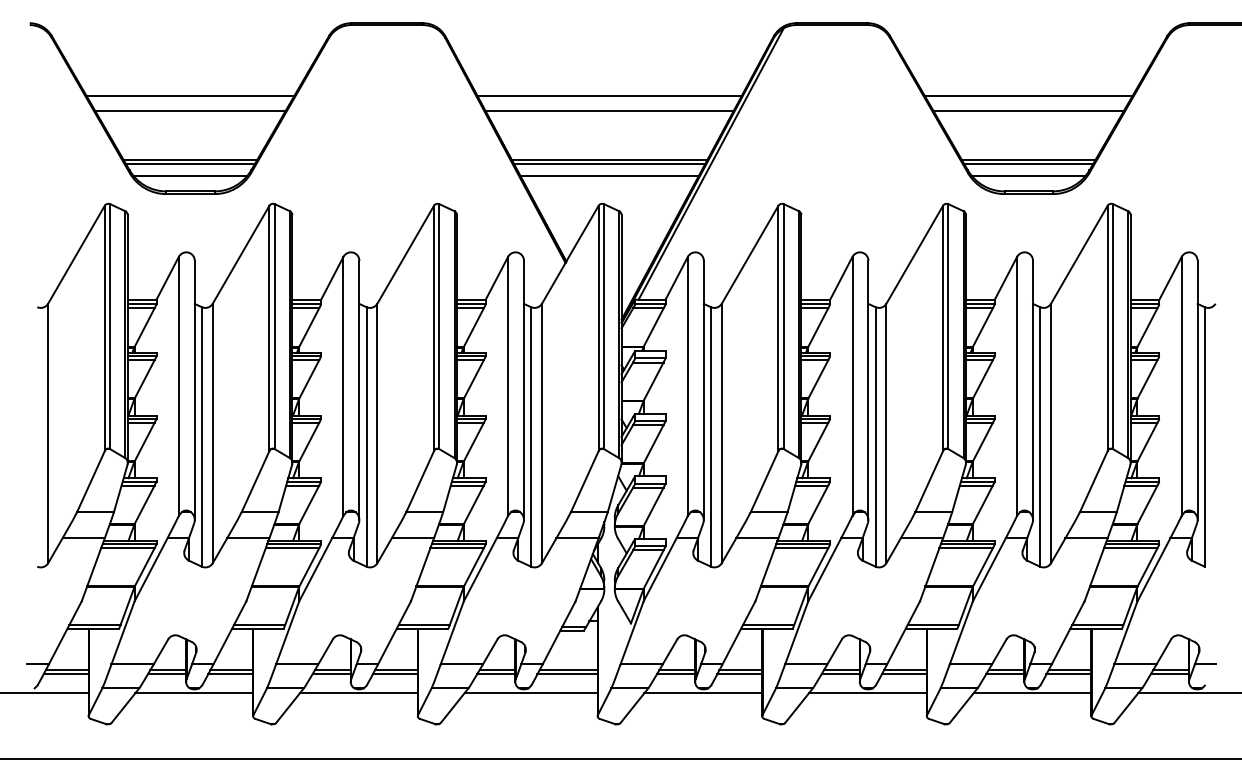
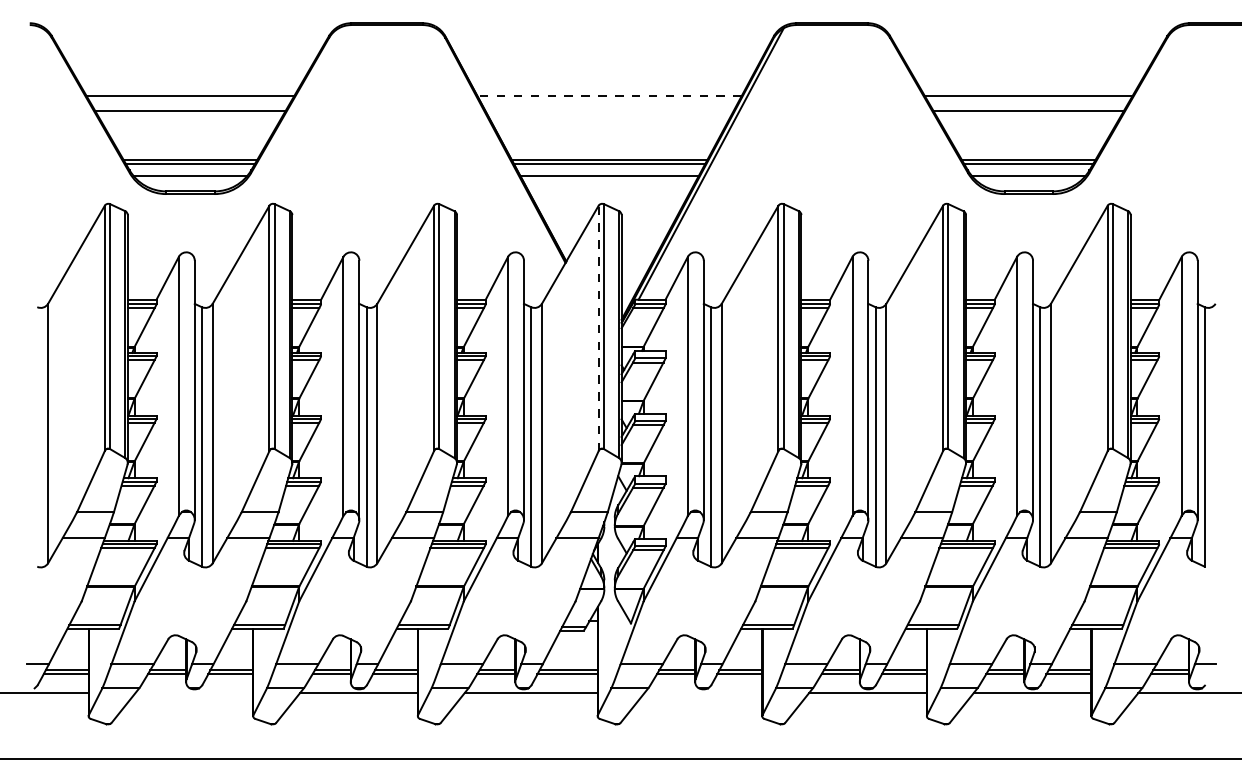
line at (609, 96): solid -> dashed
line at (609, 110): present -> none
line at (598, 328): solid -> dashed
line at (194, 693): present -> none
line at (703, 693): present -> none
